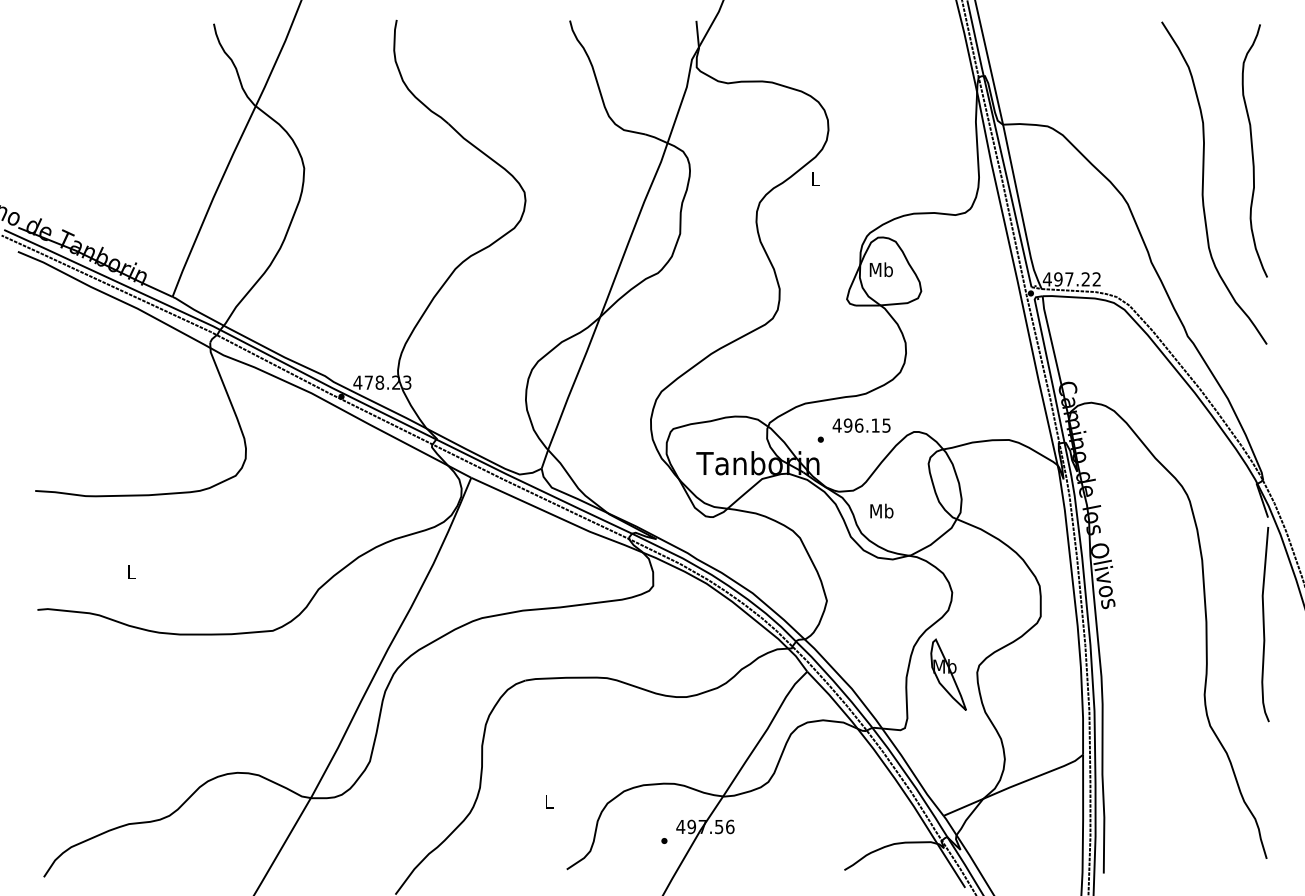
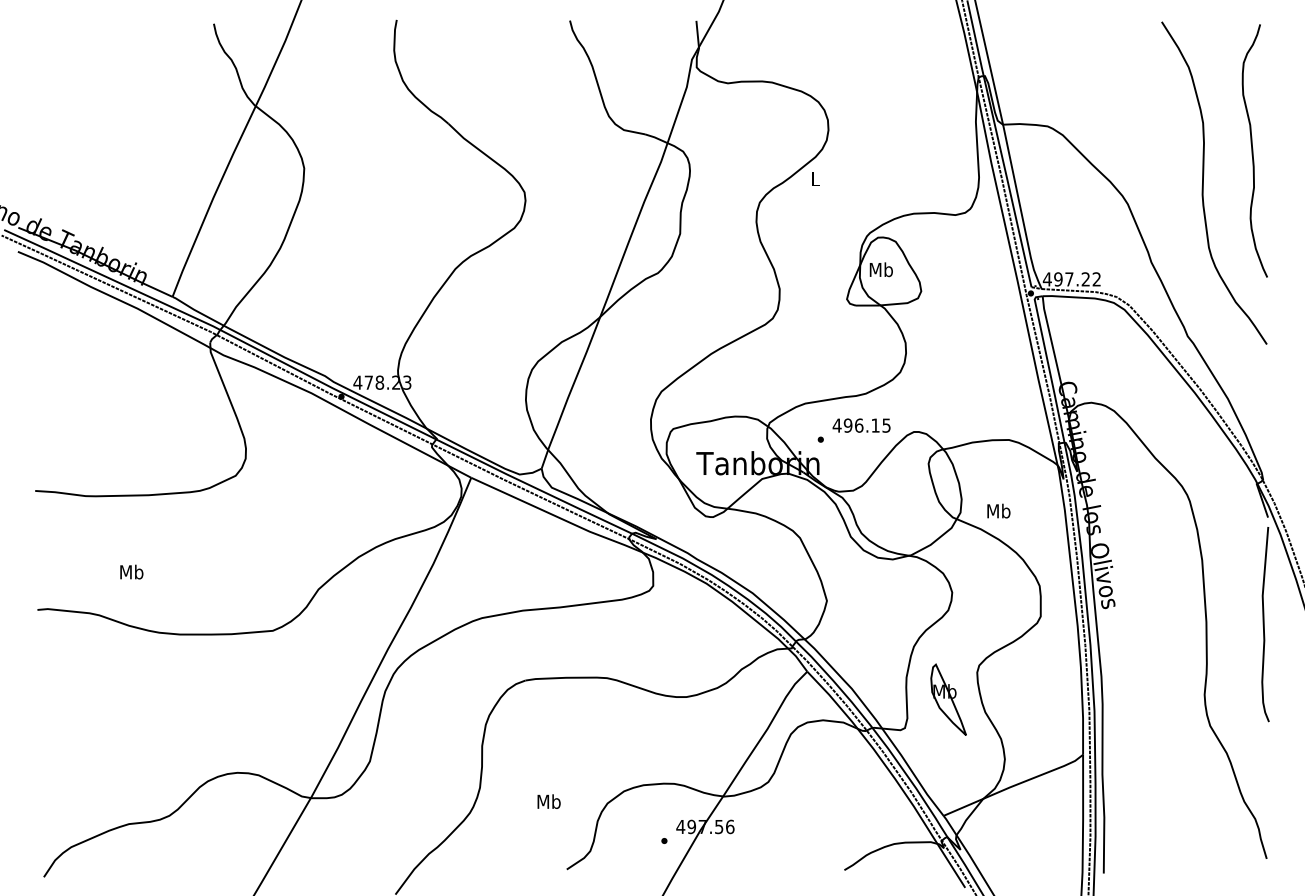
text at (881, 510) position: (881, 510) -> (998, 510)
text at (131, 571): L -> Mb
part at (948, 674) position: (948, 674) -> (948, 699)
text at (548, 801): L -> Mb
